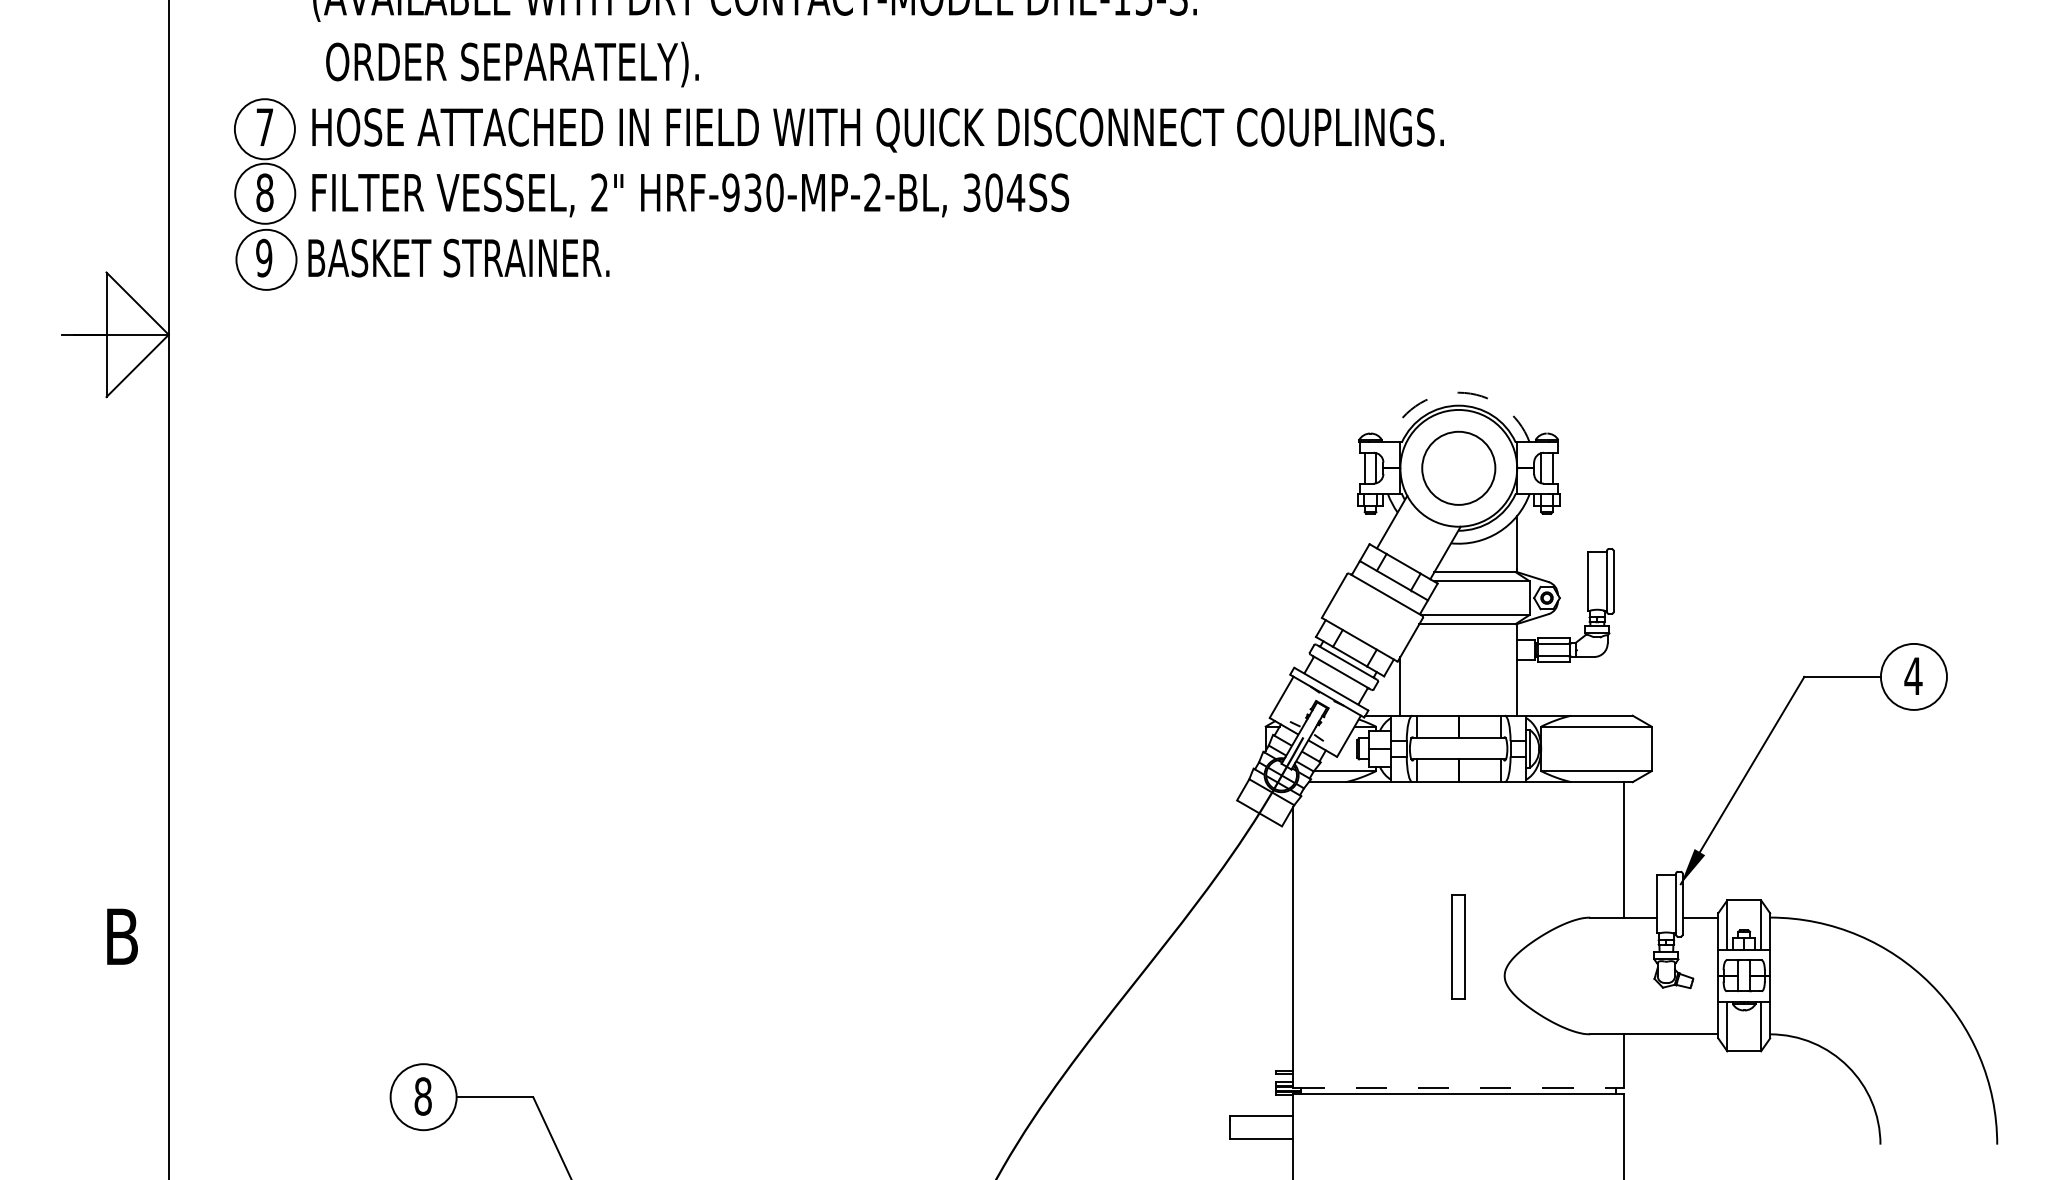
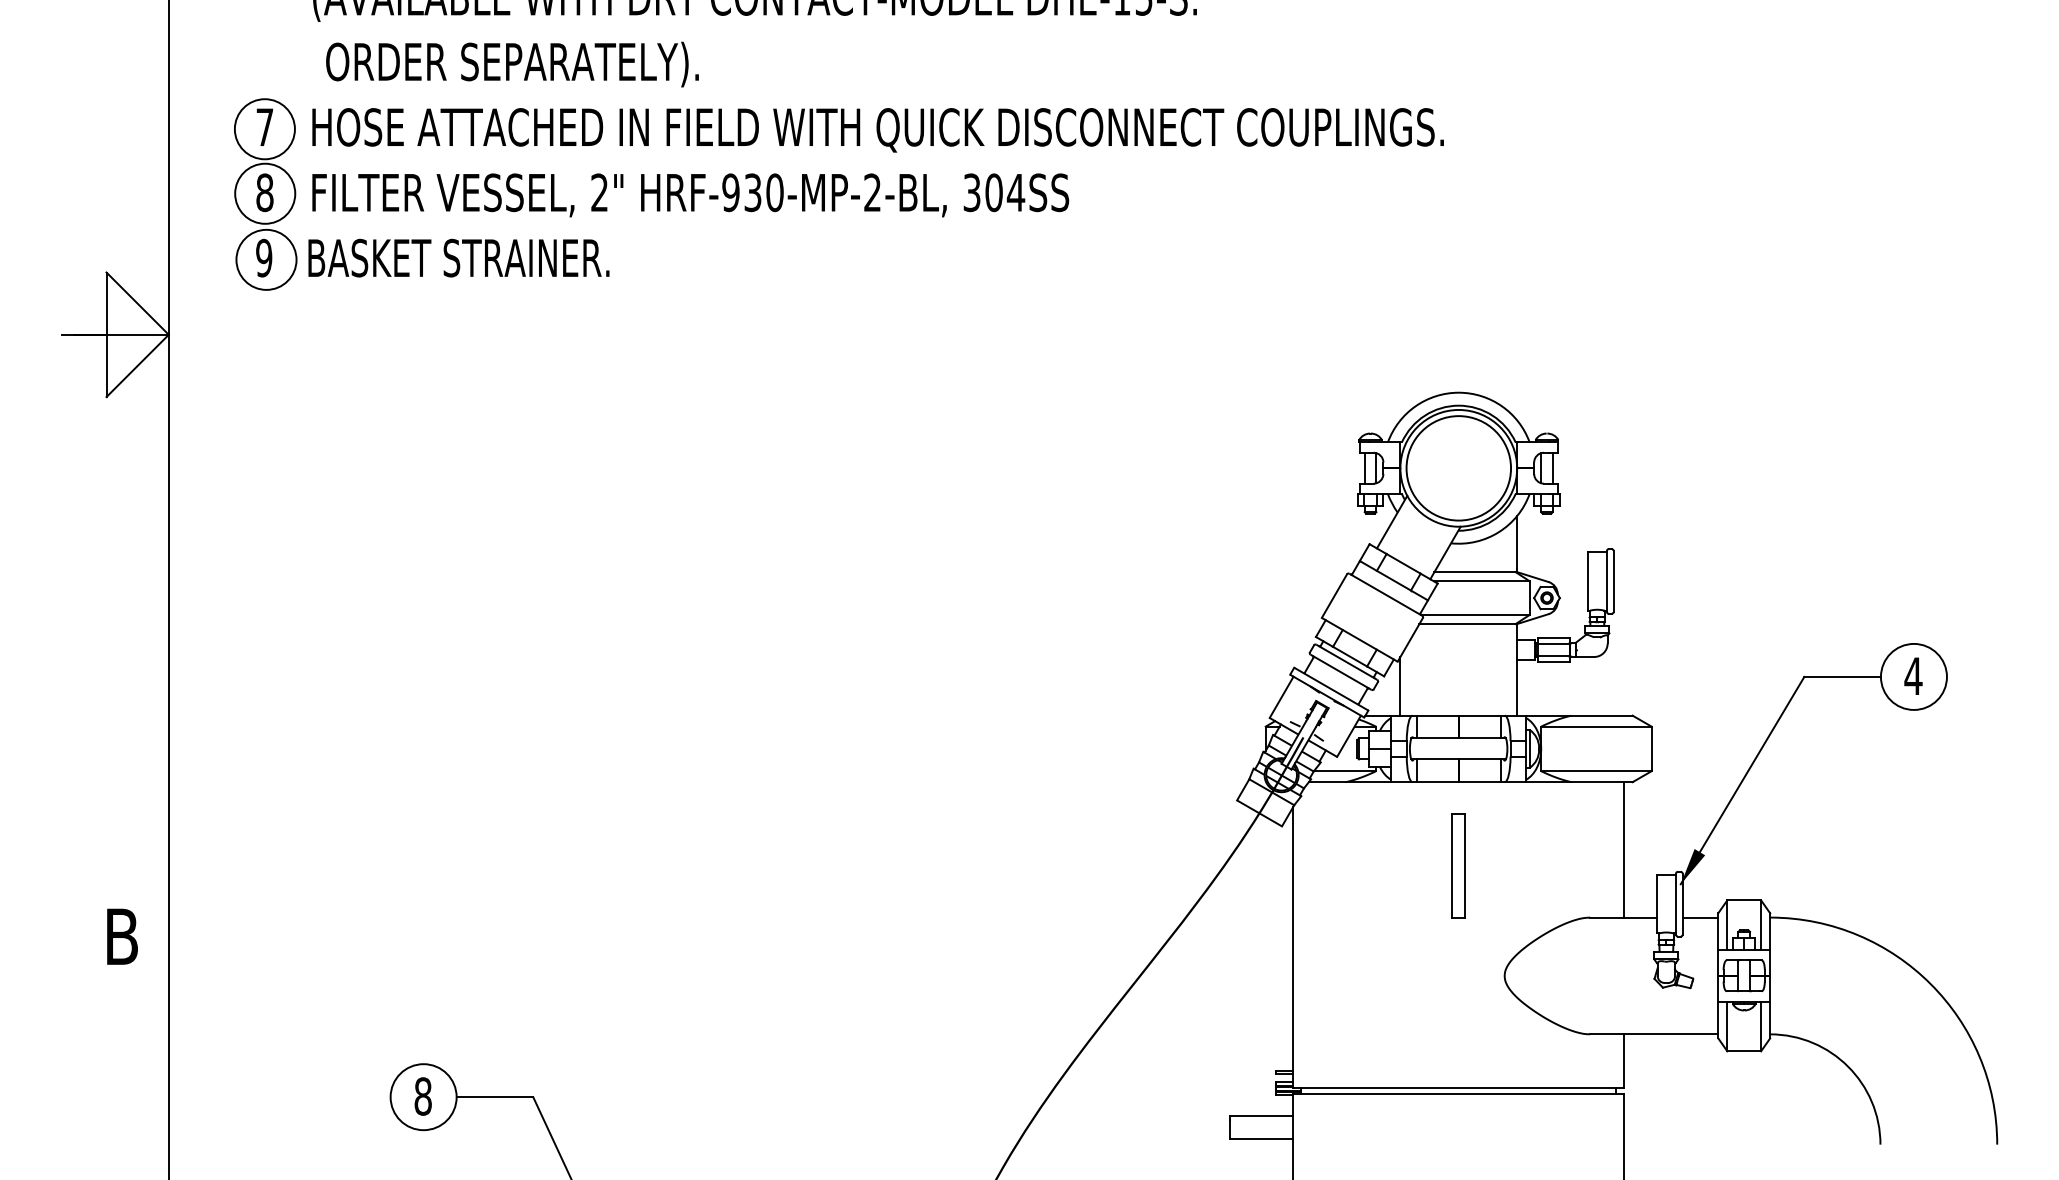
arc at (1458, 392): dashed -> solid
circle at (1458, 467) diameter: 73 px -> 104 px
part at (1458, 946) position: (1458, 946) -> (1458, 865)
line at (1459, 1087): dashed -> solid
